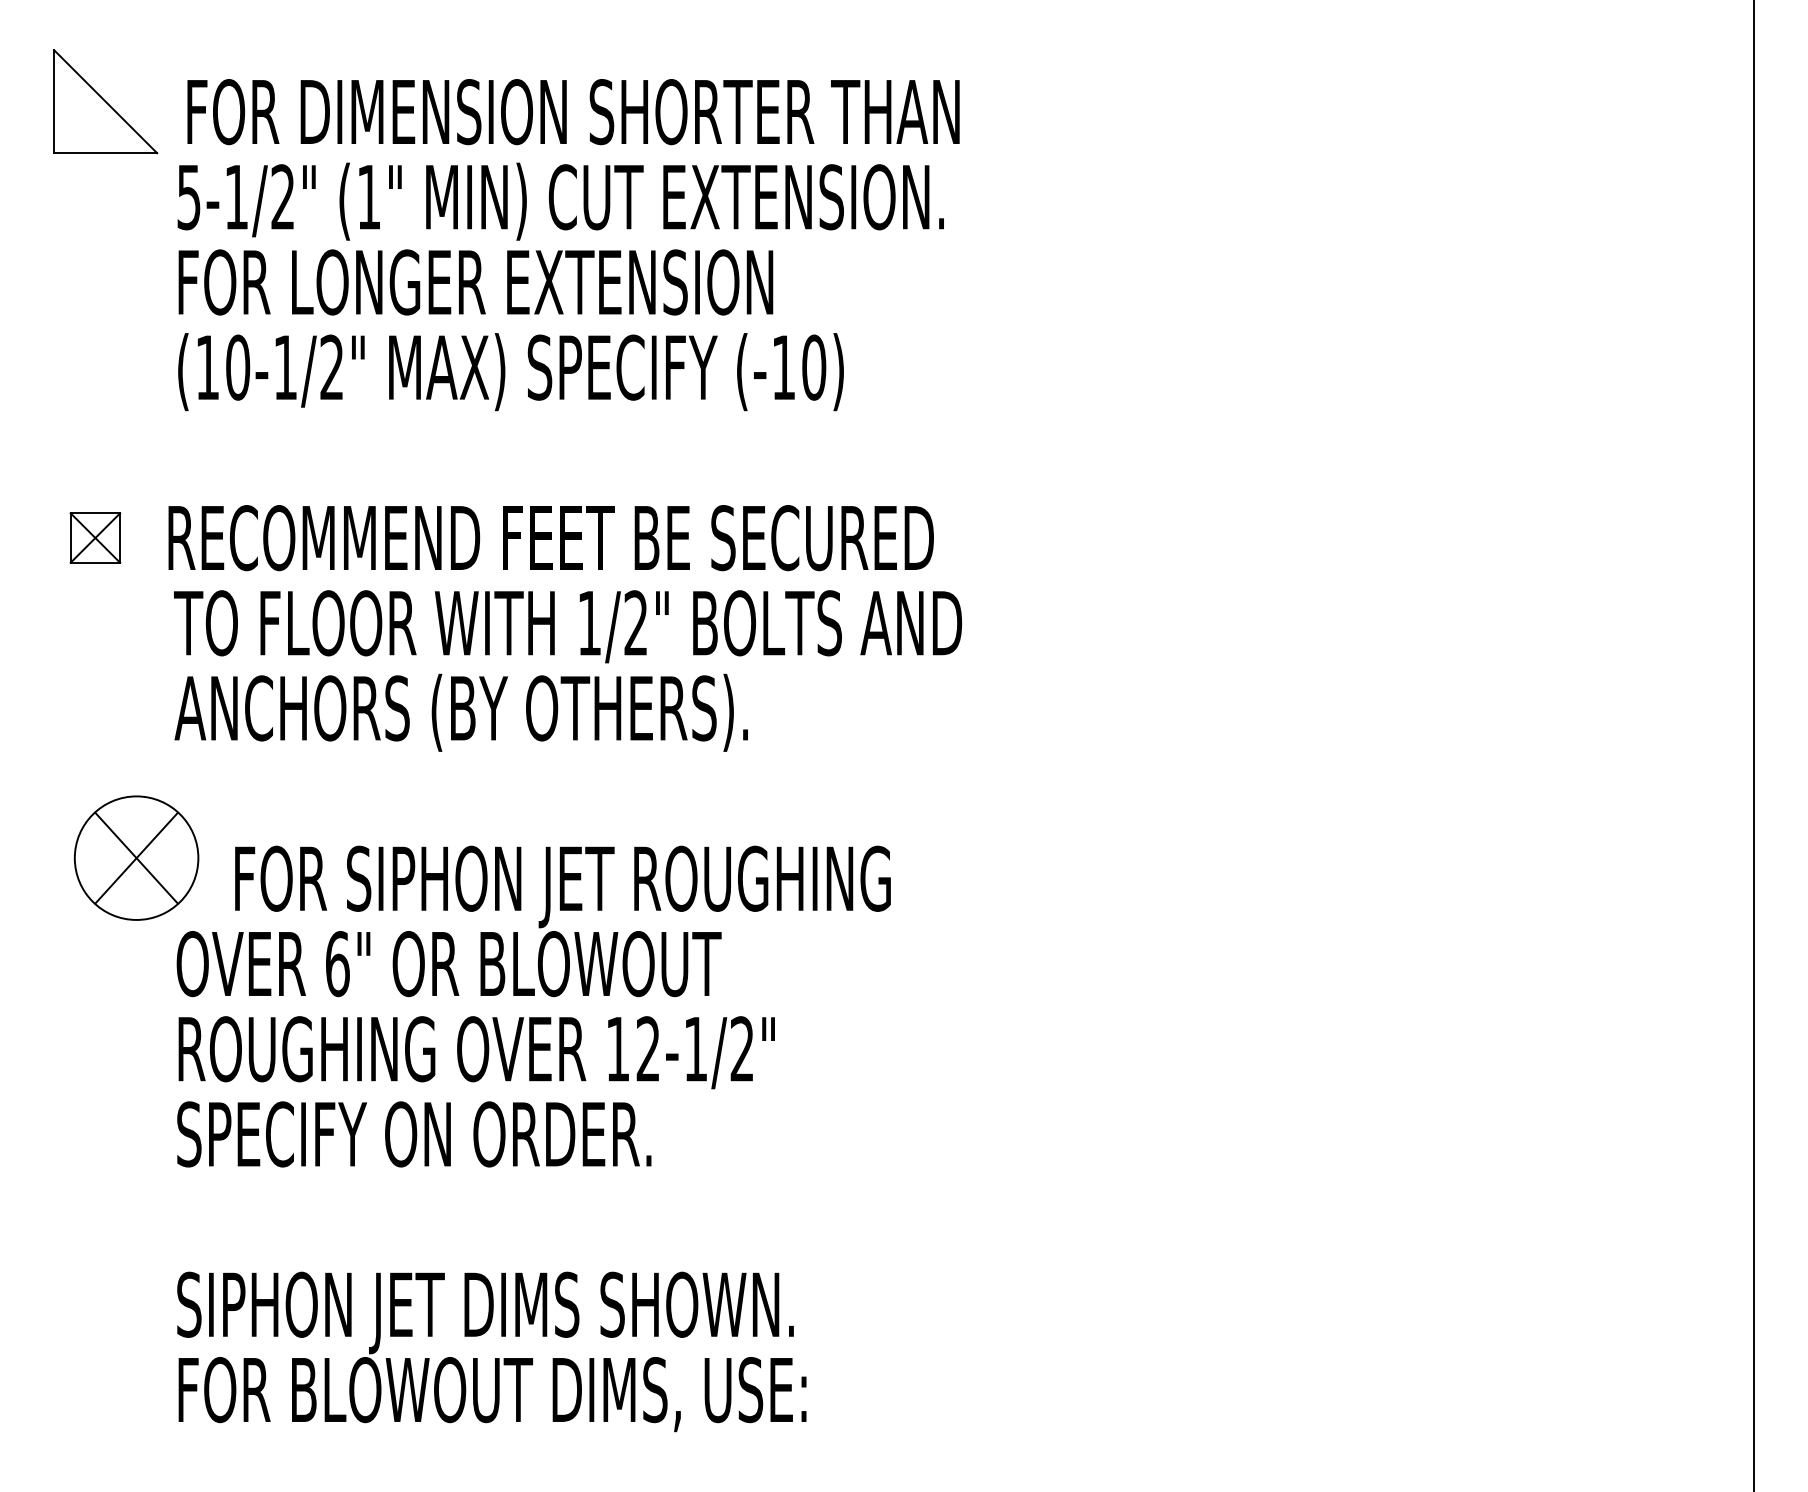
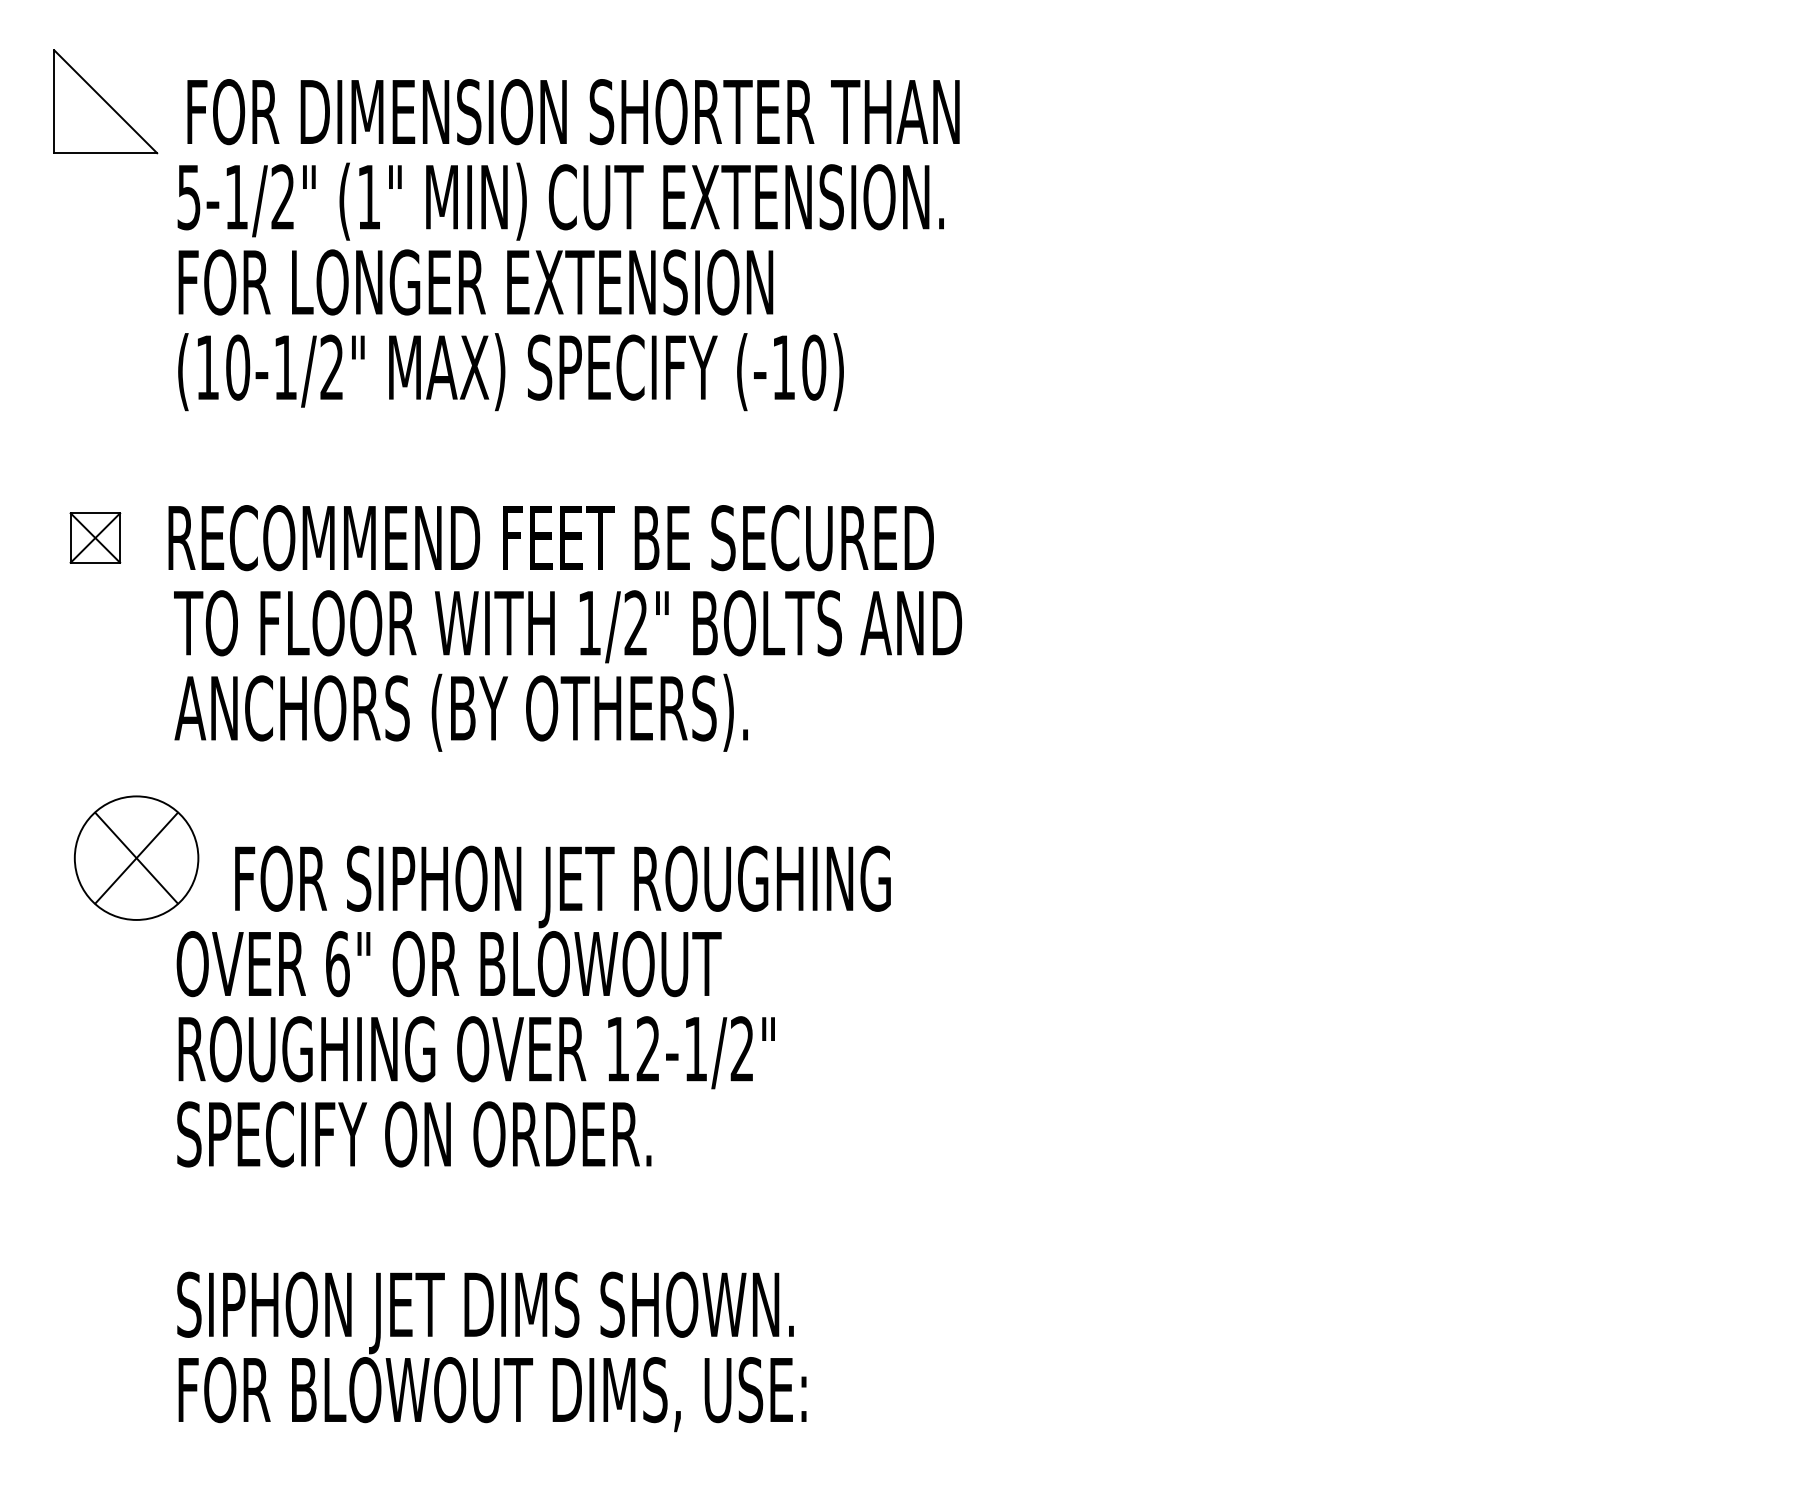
line at (1753, 745): present -> none
